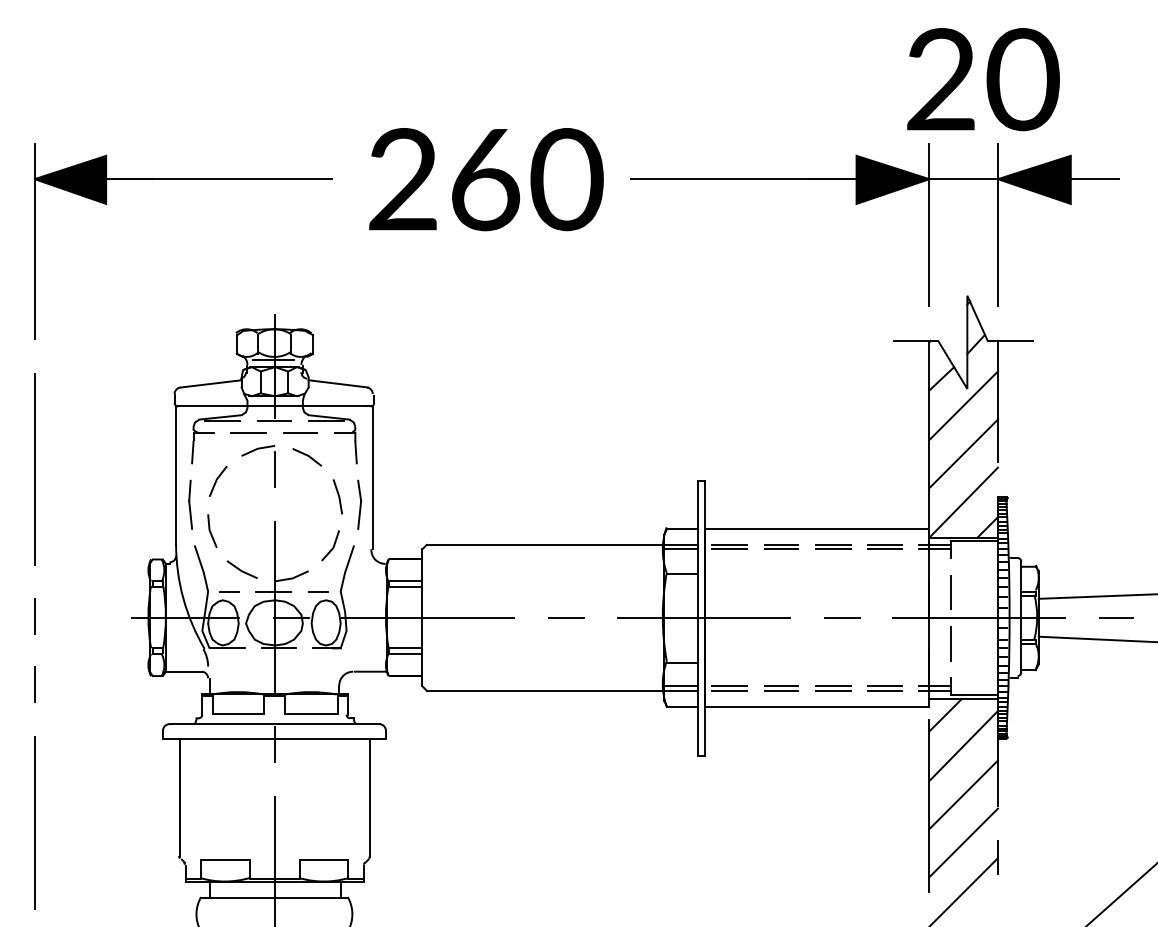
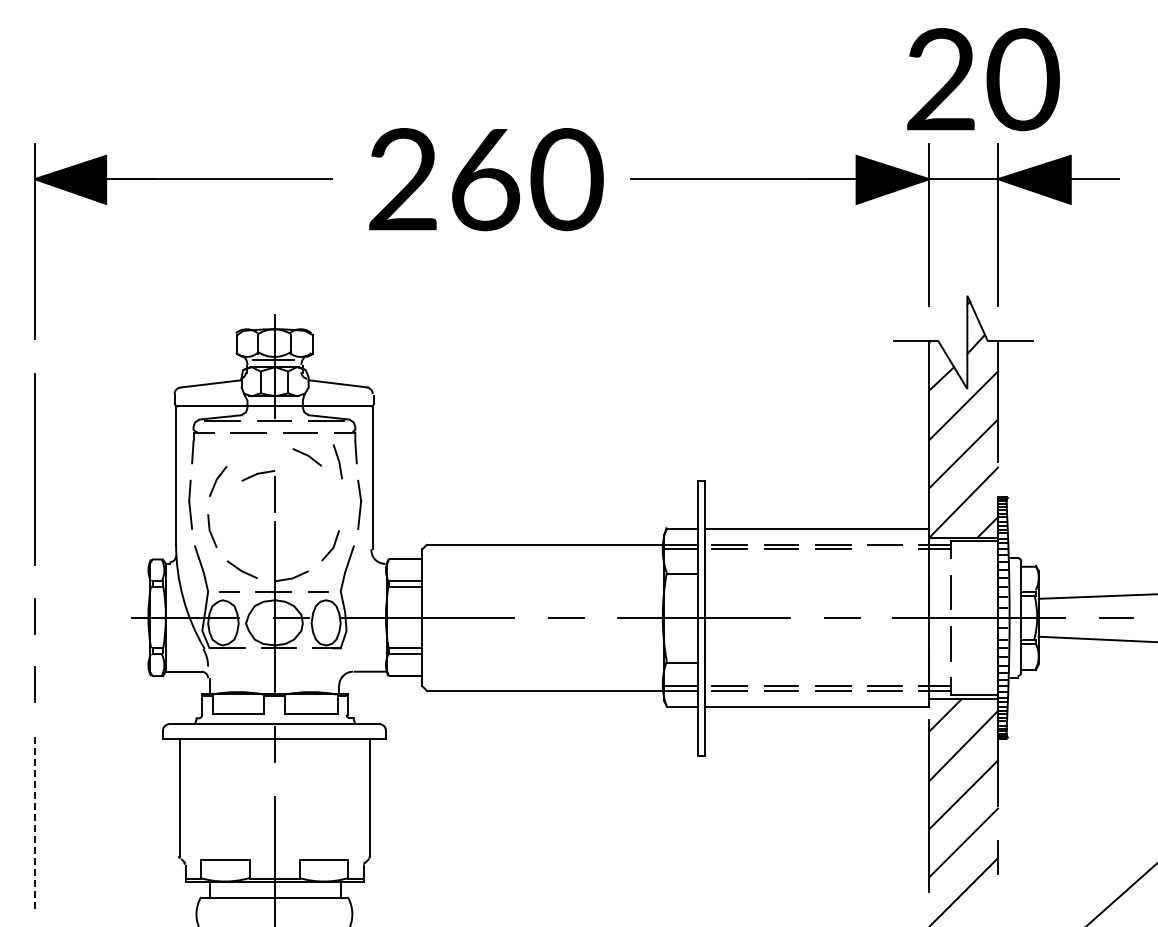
part at (252, 452) position: (252, 452) -> (252, 477)
line at (337, 495) position: (337, 495) -> (337, 460)
line at (884, 549): present -> none
line at (34, 823): solid -> dashed
